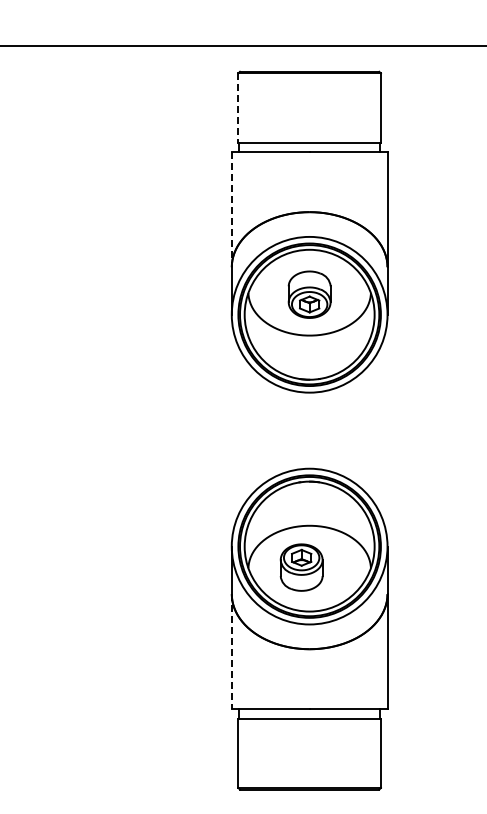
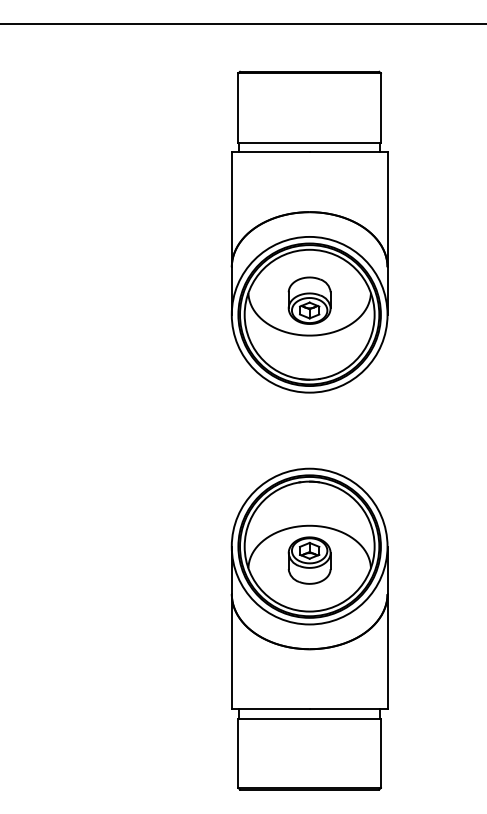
line at (242, 46) position: (242, 46) -> (242, 24)
line at (238, 108): dashed -> solid
line at (231, 210): dashed -> solid
part at (309, 294) position: (309, 294) -> (309, 300)
part at (301, 567) position: (301, 567) -> (309, 560)
line at (231, 652): dashed -> solid
